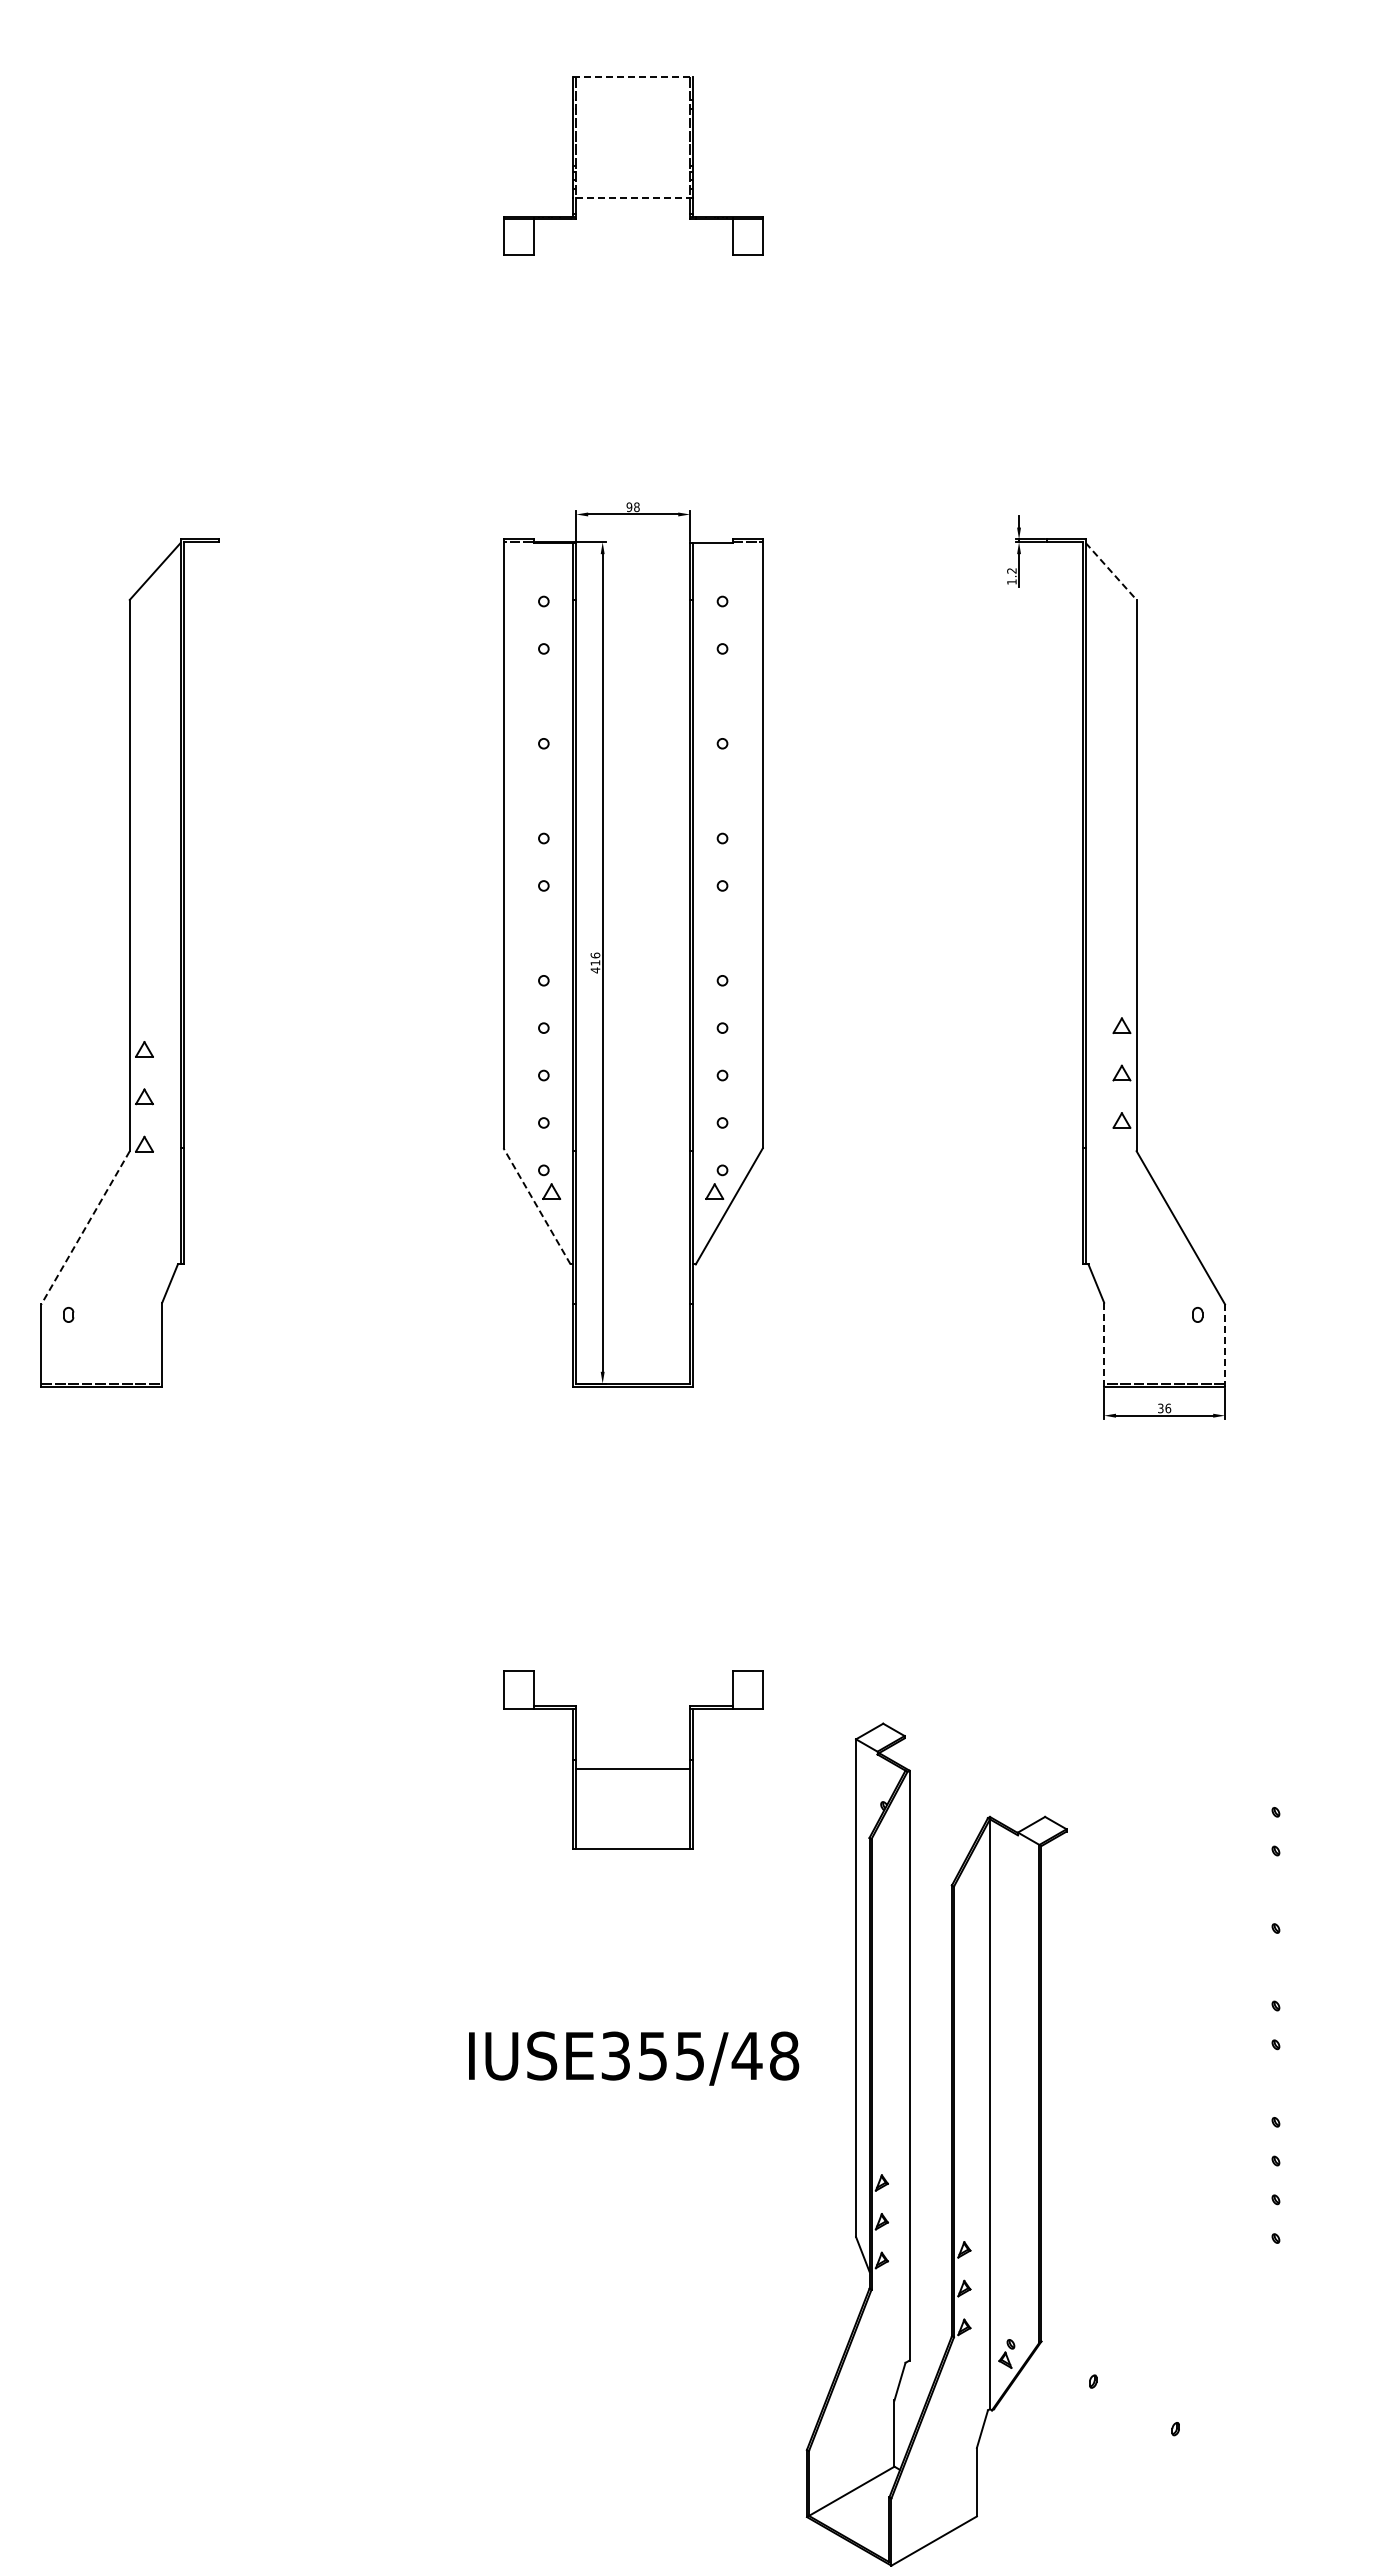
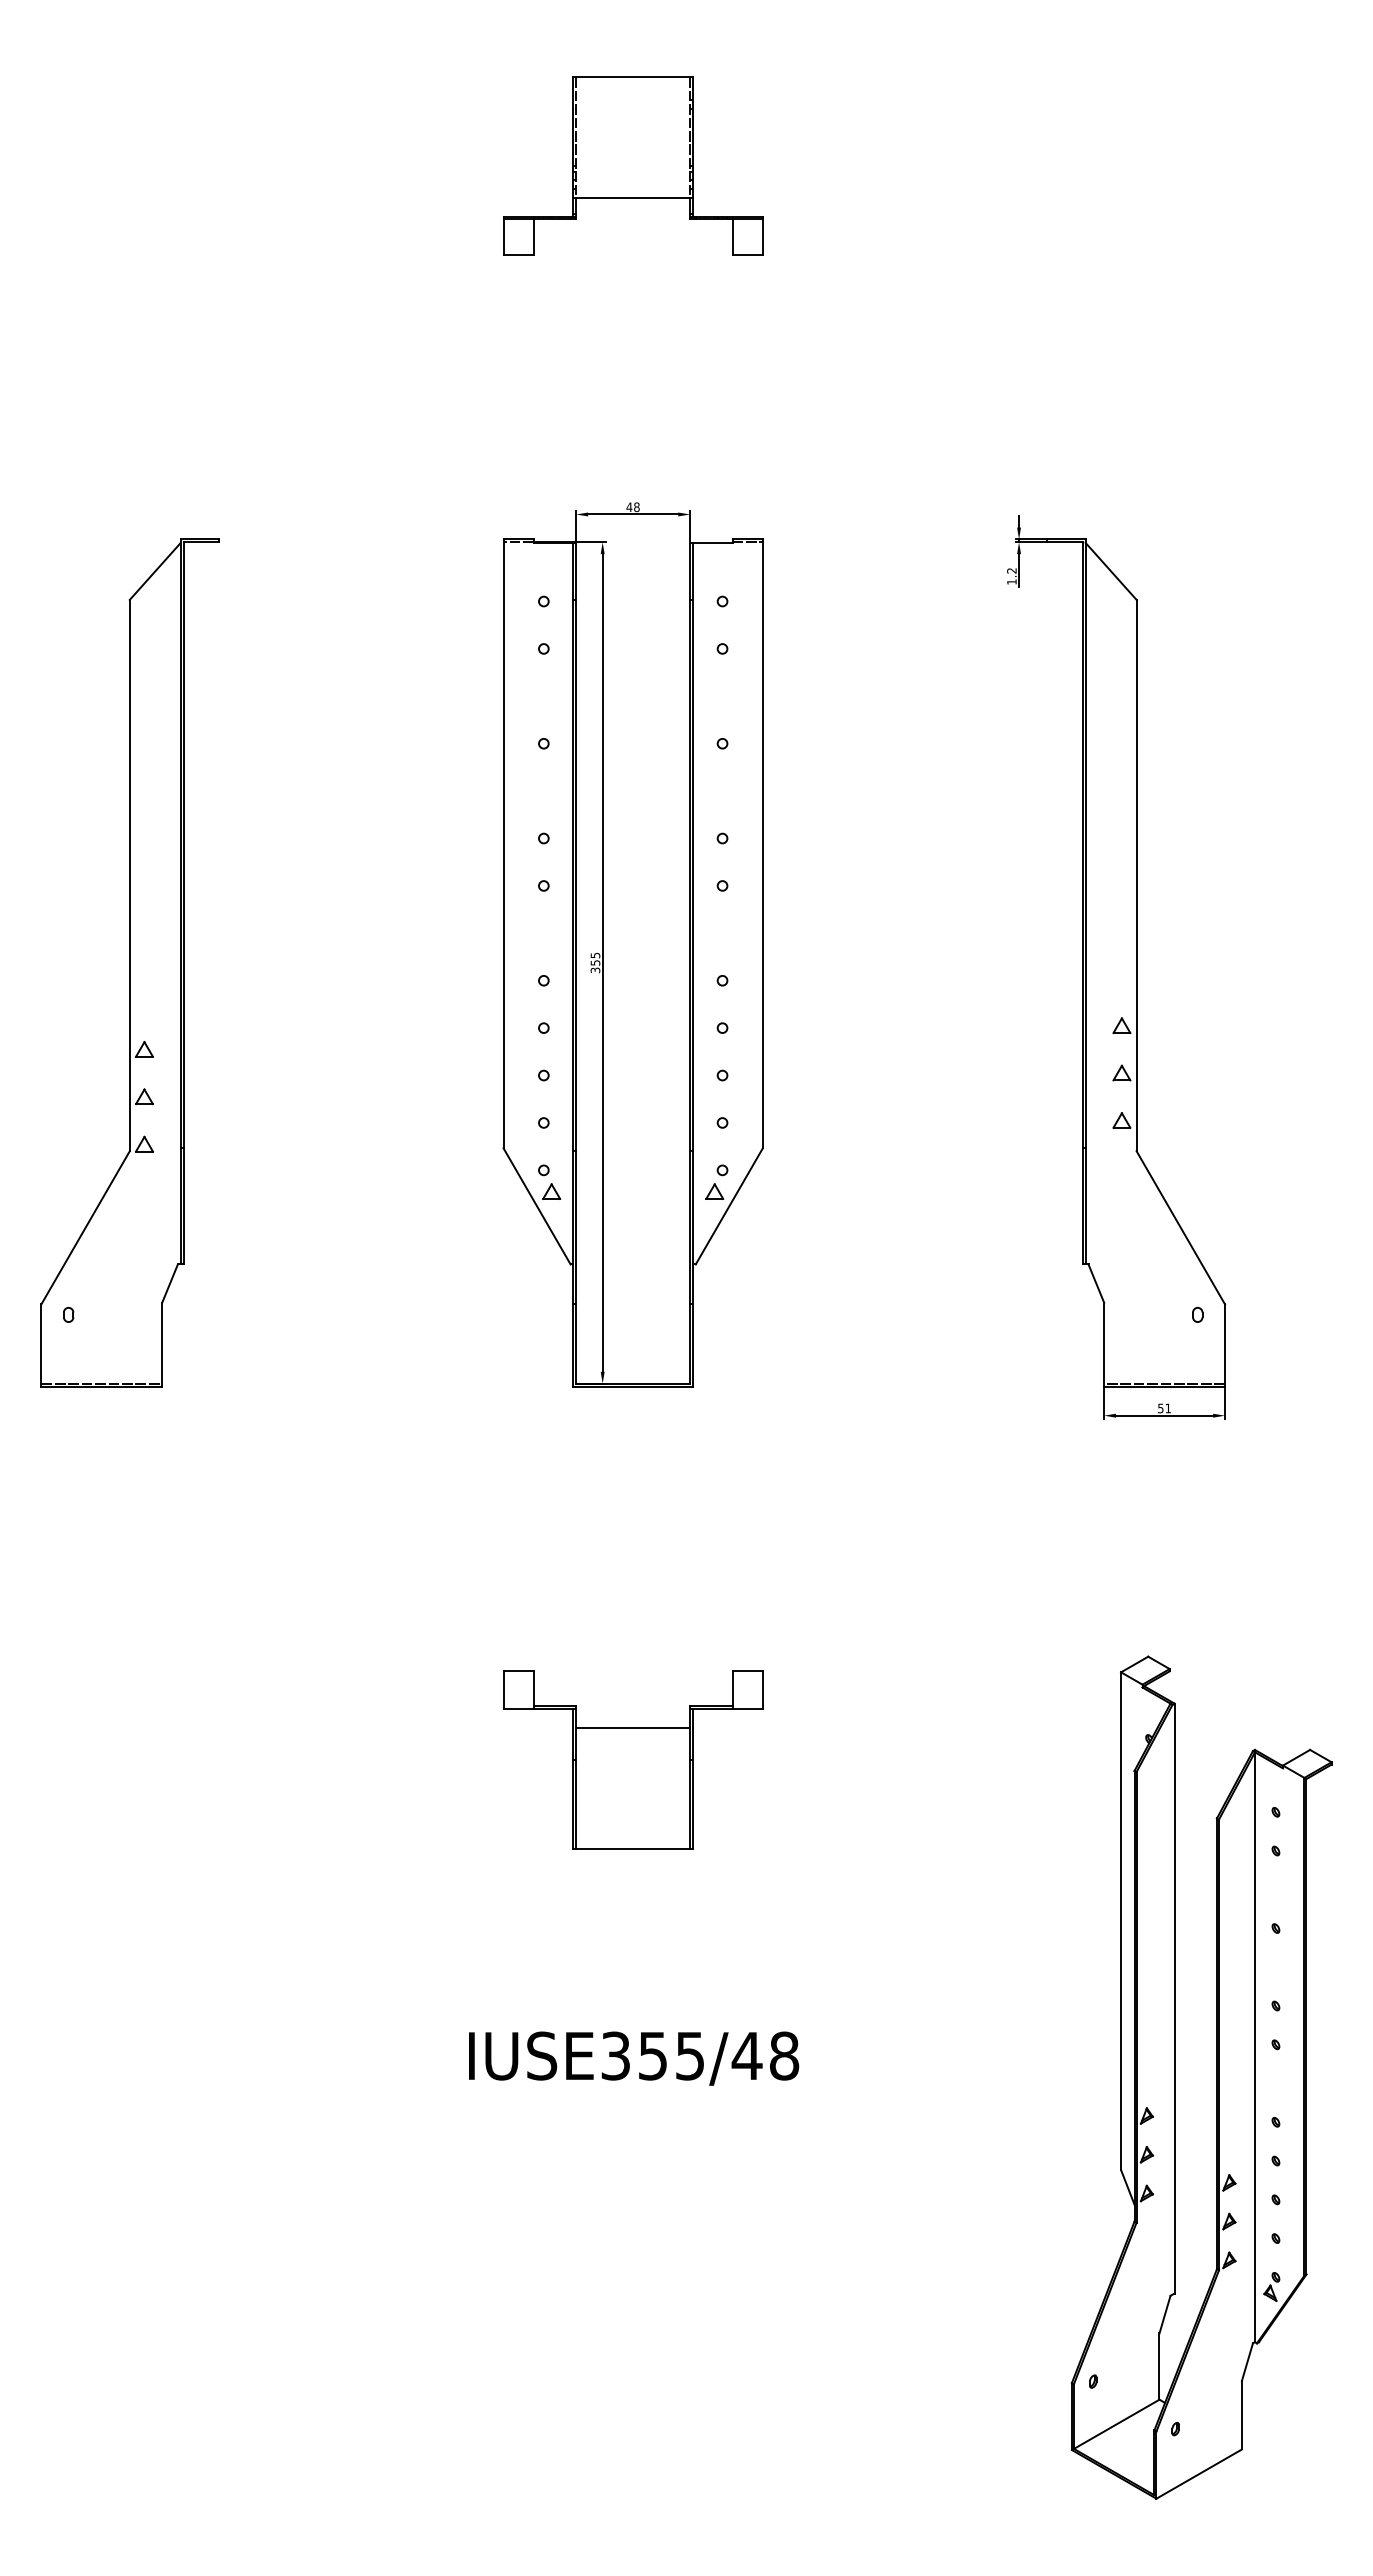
line at (633, 77): dashed -> solid
line at (633, 198): dashed -> solid
text at (629, 507): 98 -> 48
line at (1111, 571): dashed -> solid
text at (595, 962): 416 -> 355
line at (536, 1205): dashed -> solid
line at (85, 1228): dashed -> solid
line at (1104, 1344): dashed -> solid
line at (1225, 1345): dashed -> solid
text at (1164, 1408): 36 -> 51
line at (633, 1768) position: (633, 1768) -> (633, 1727)
part at (951, 2144) position: (951, 2144) -> (1216, 2077)
